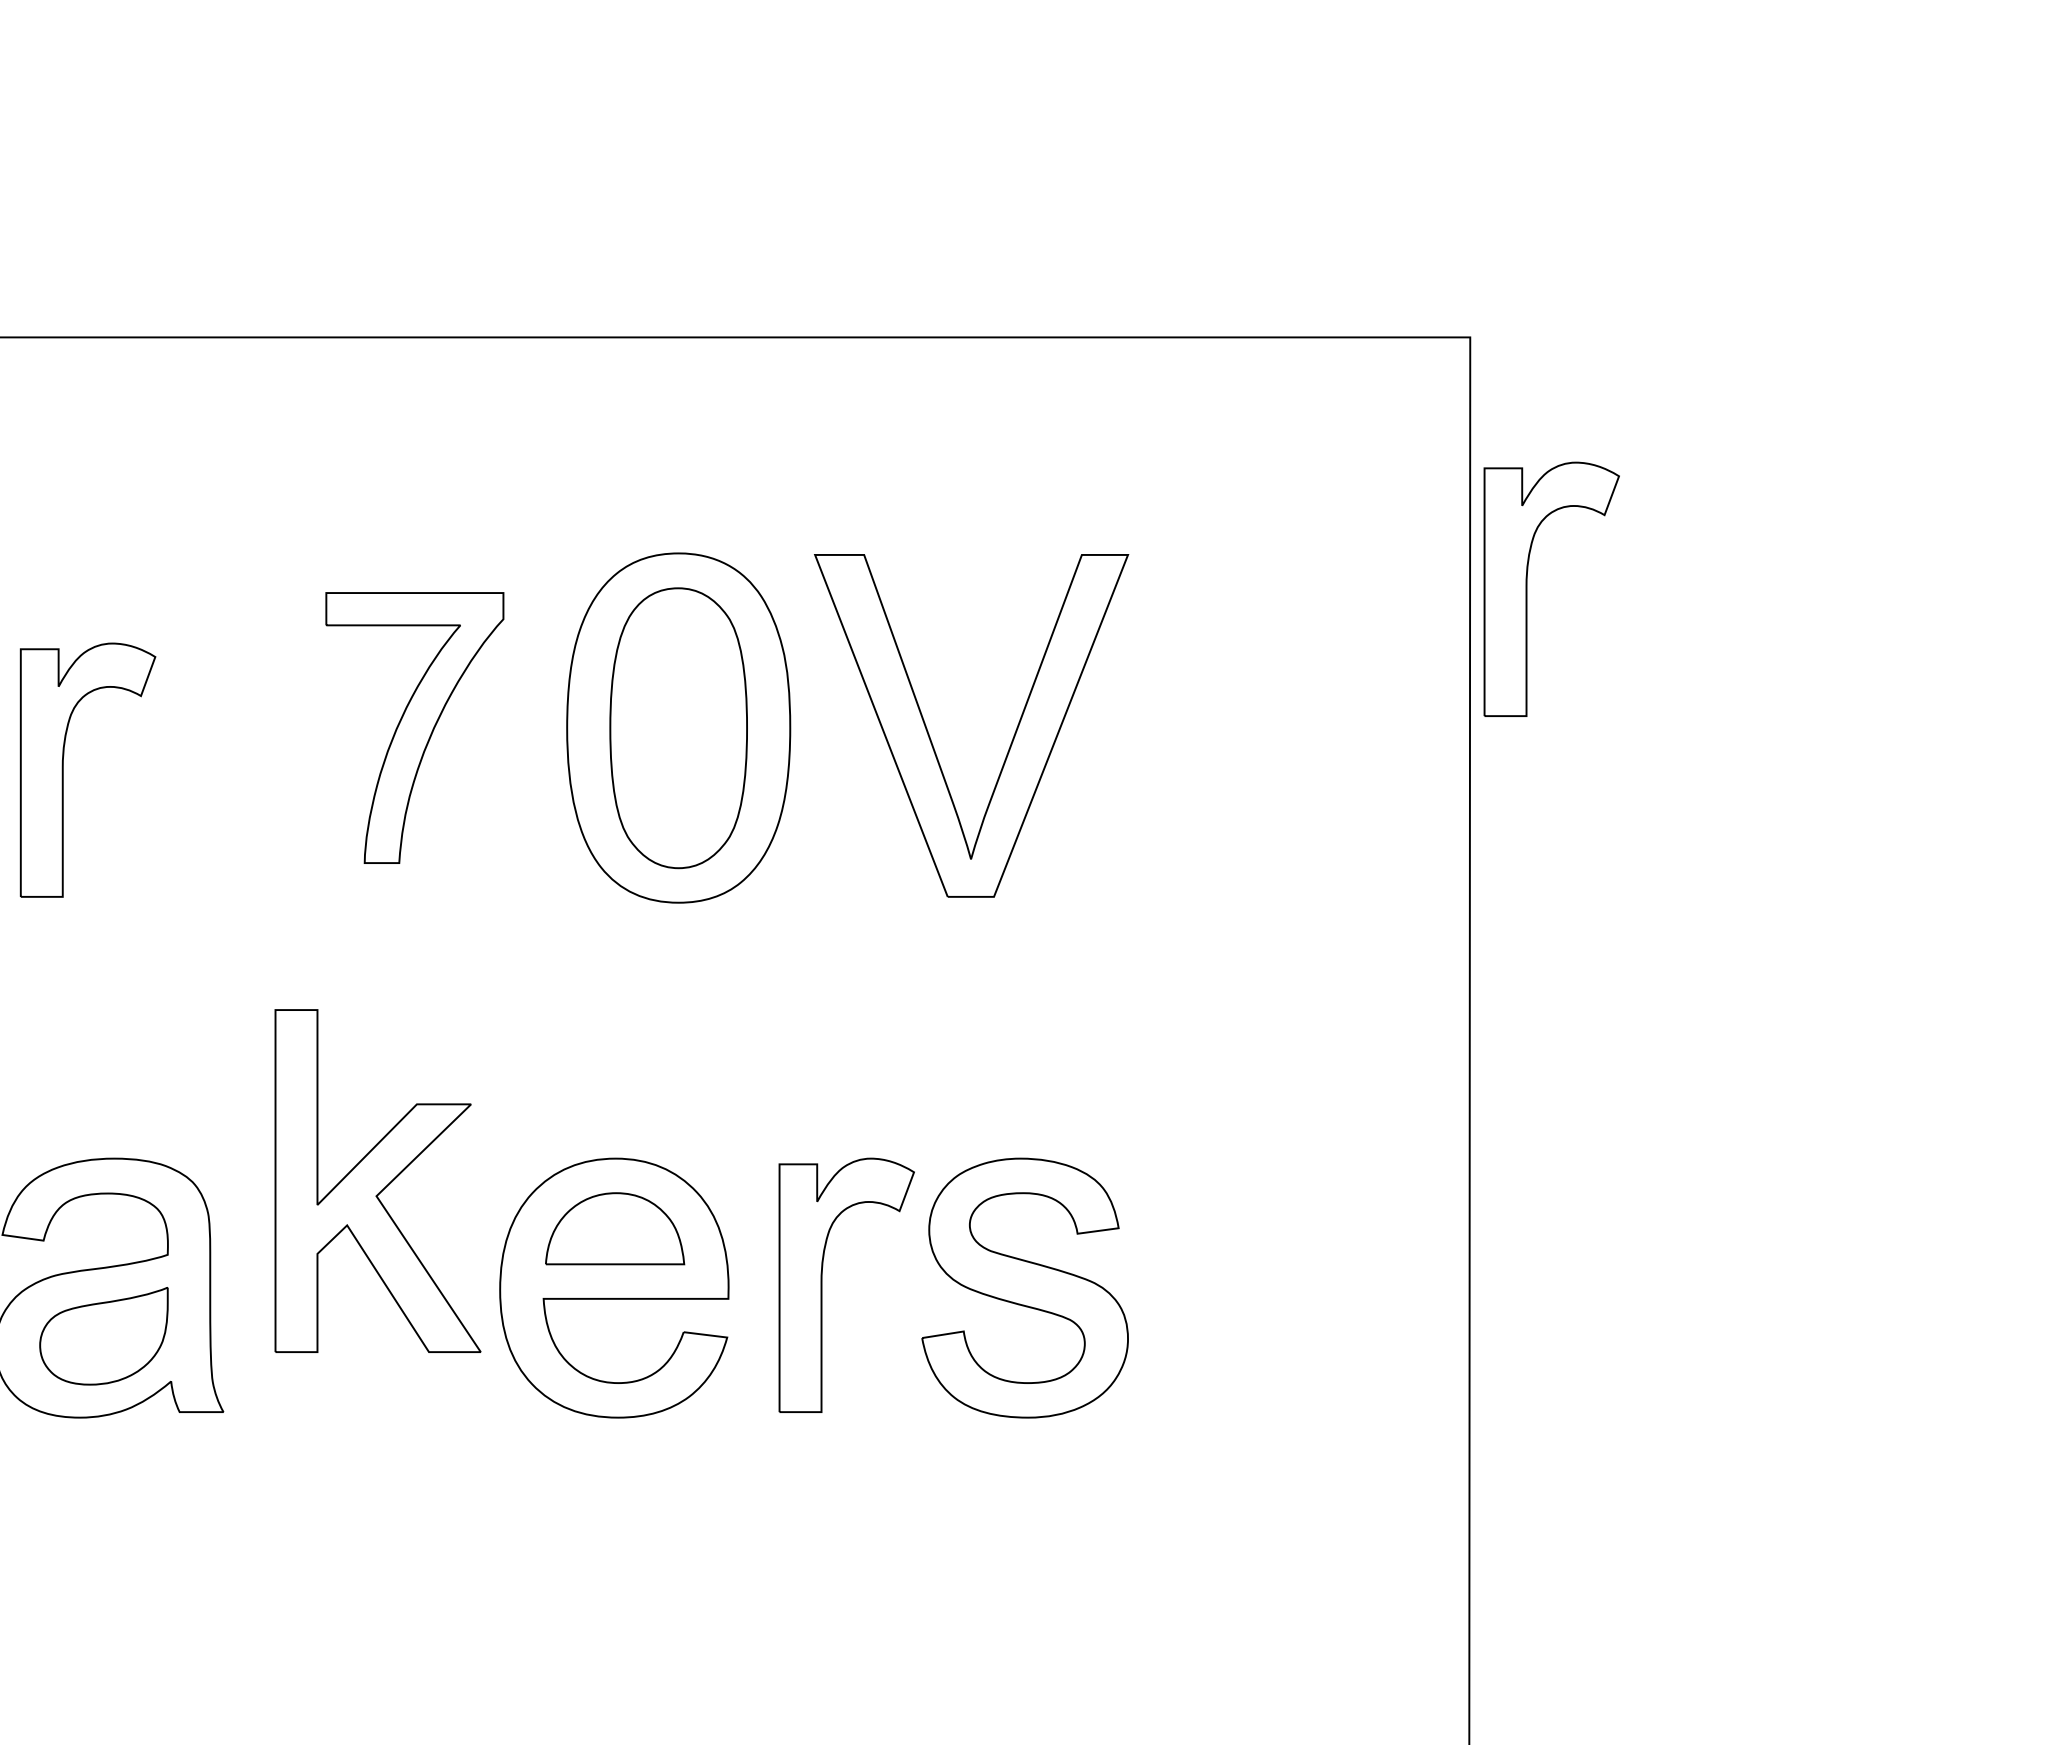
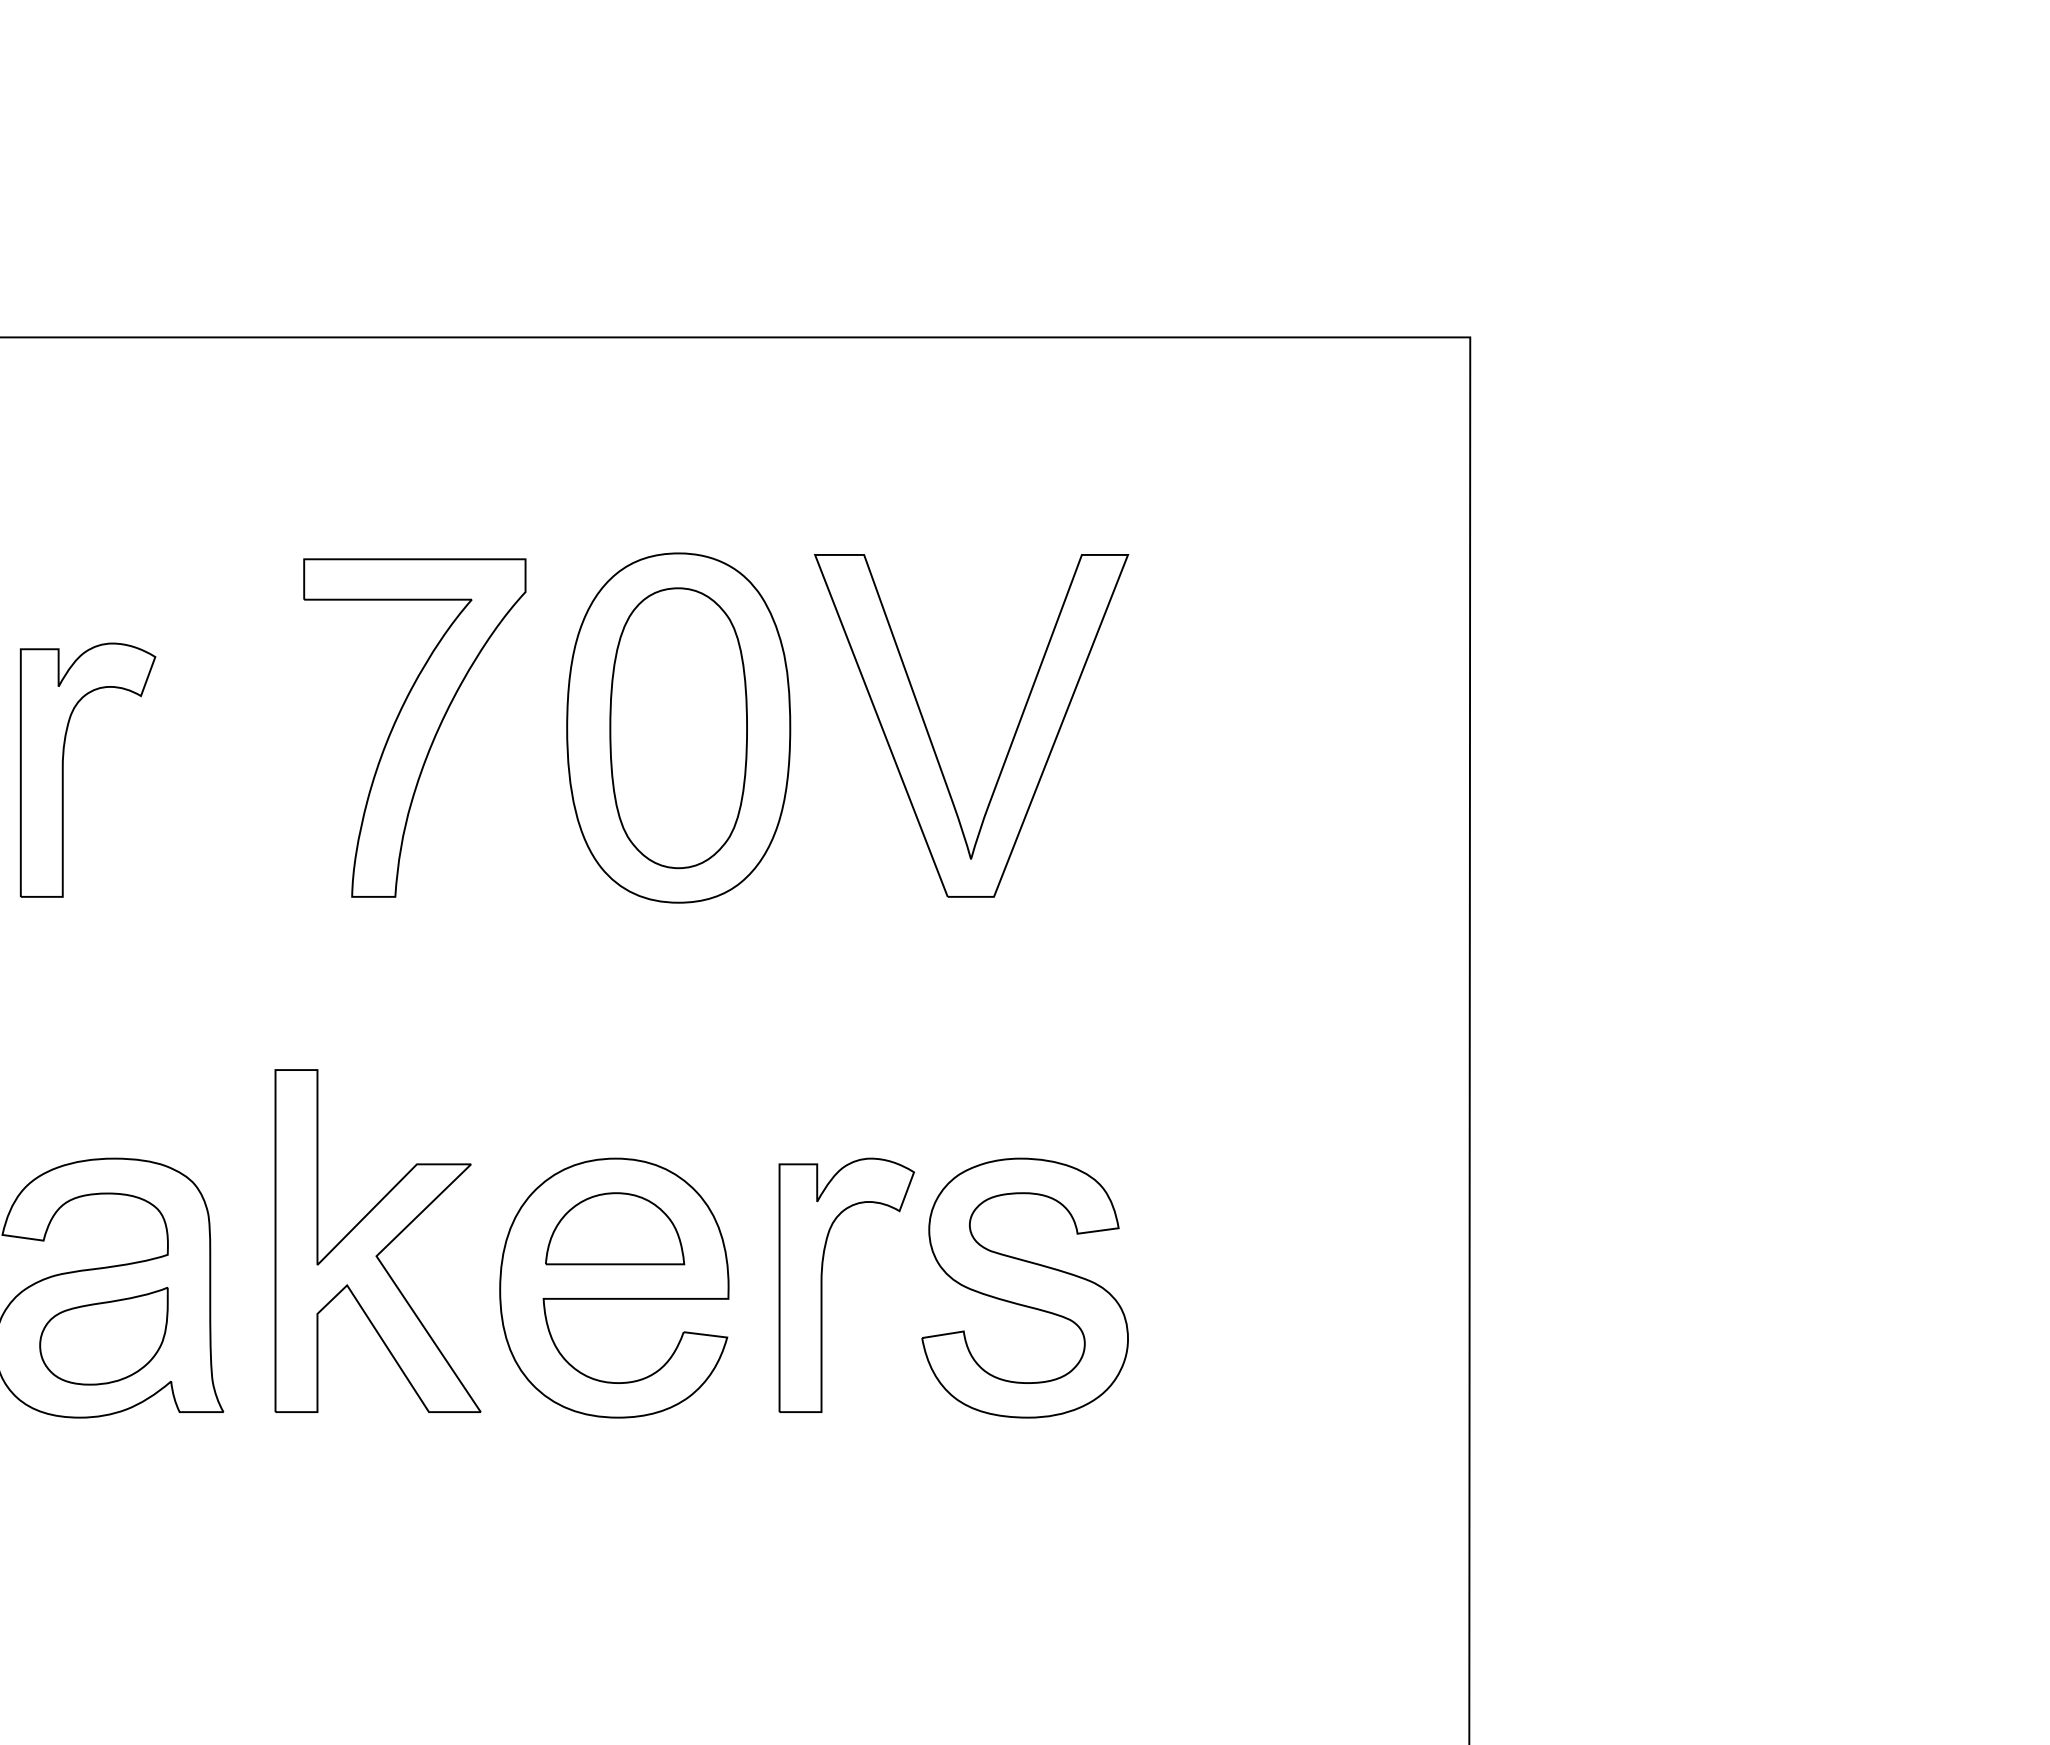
part at (1527, 588): present -> none
part at (414, 727) size: 180x272 px -> 224x340 px
part at (377, 1180) position: (377, 1180) -> (377, 1240)
